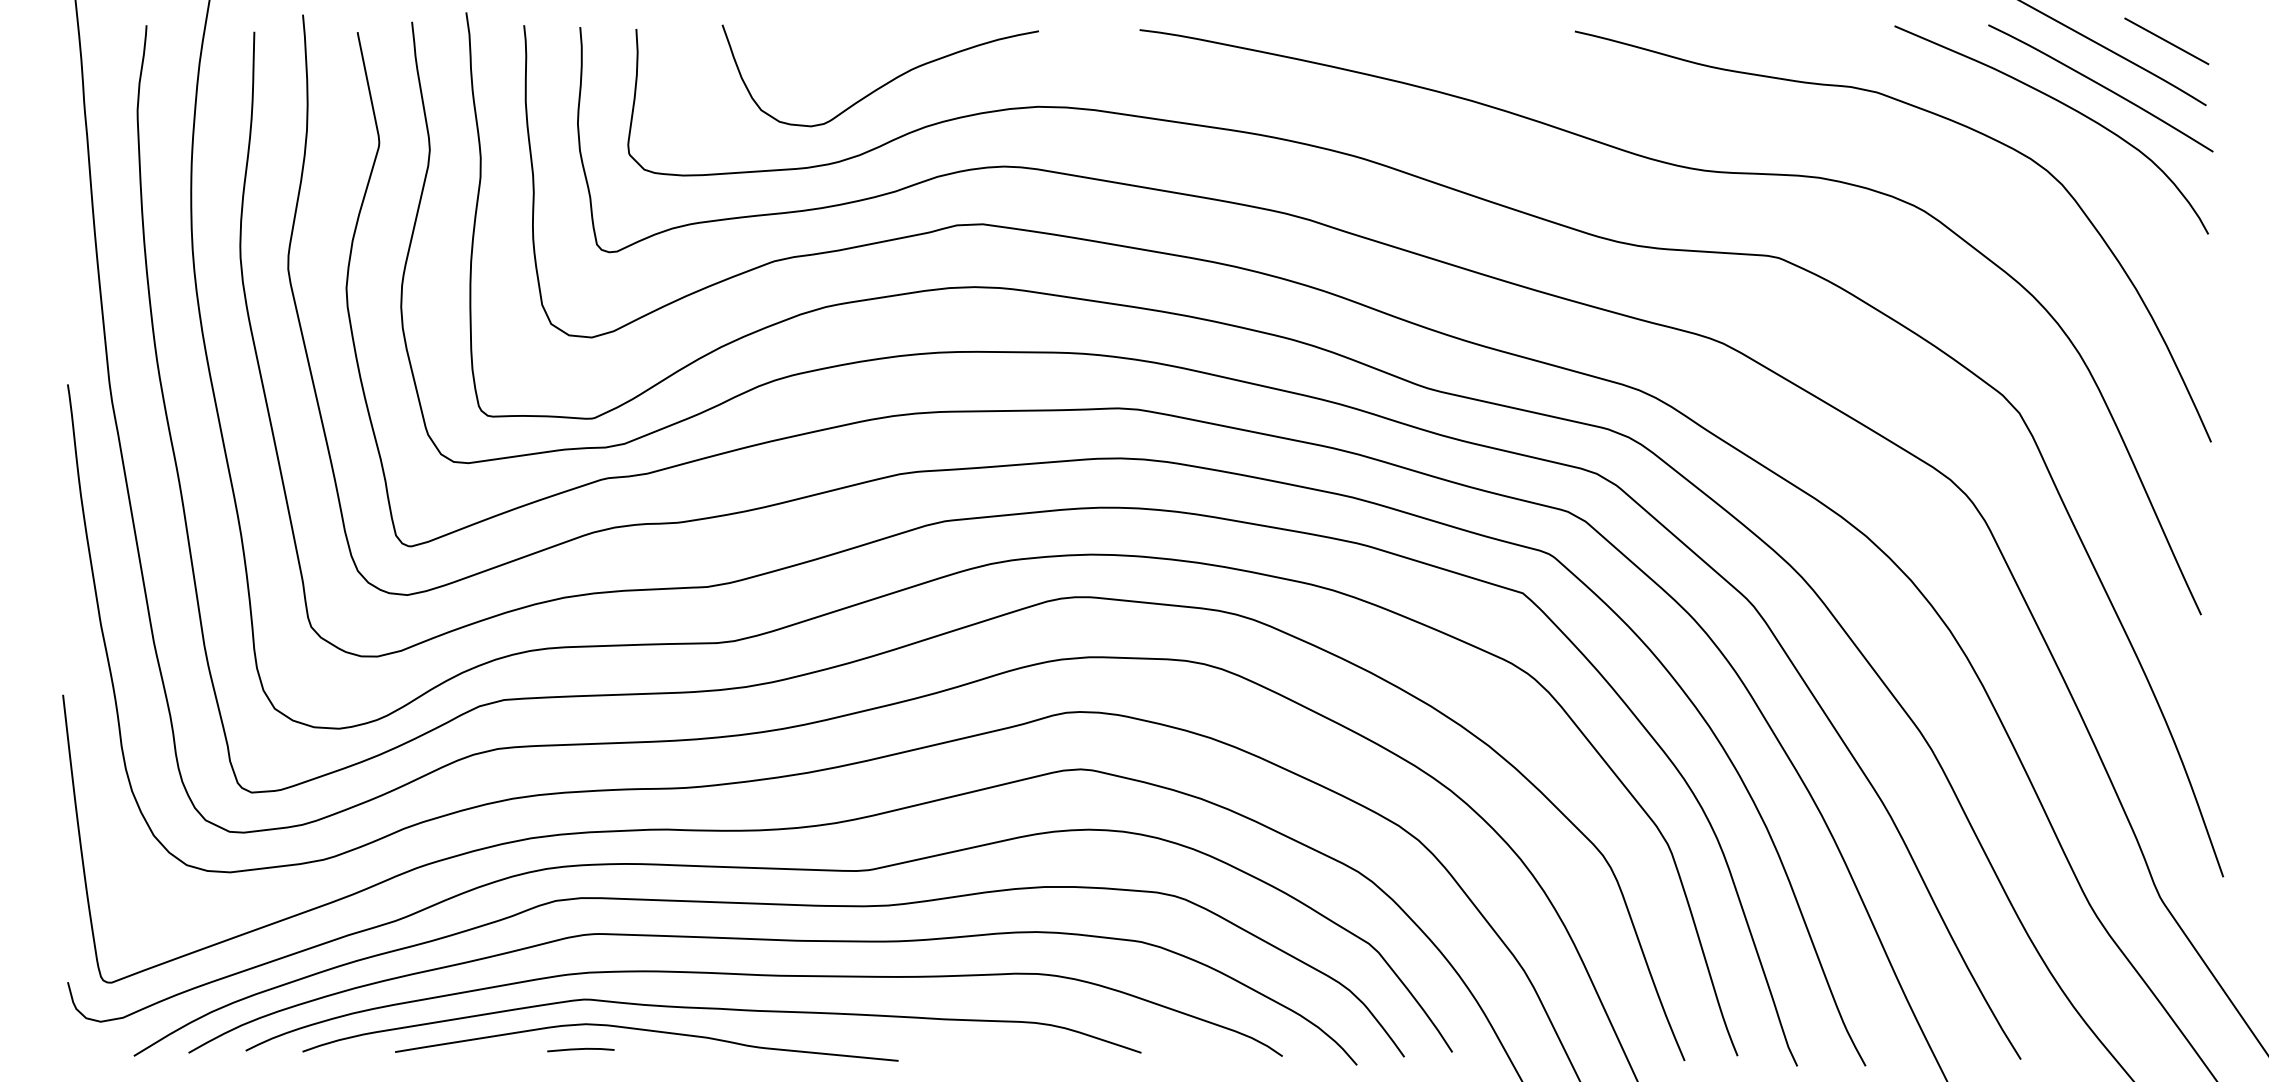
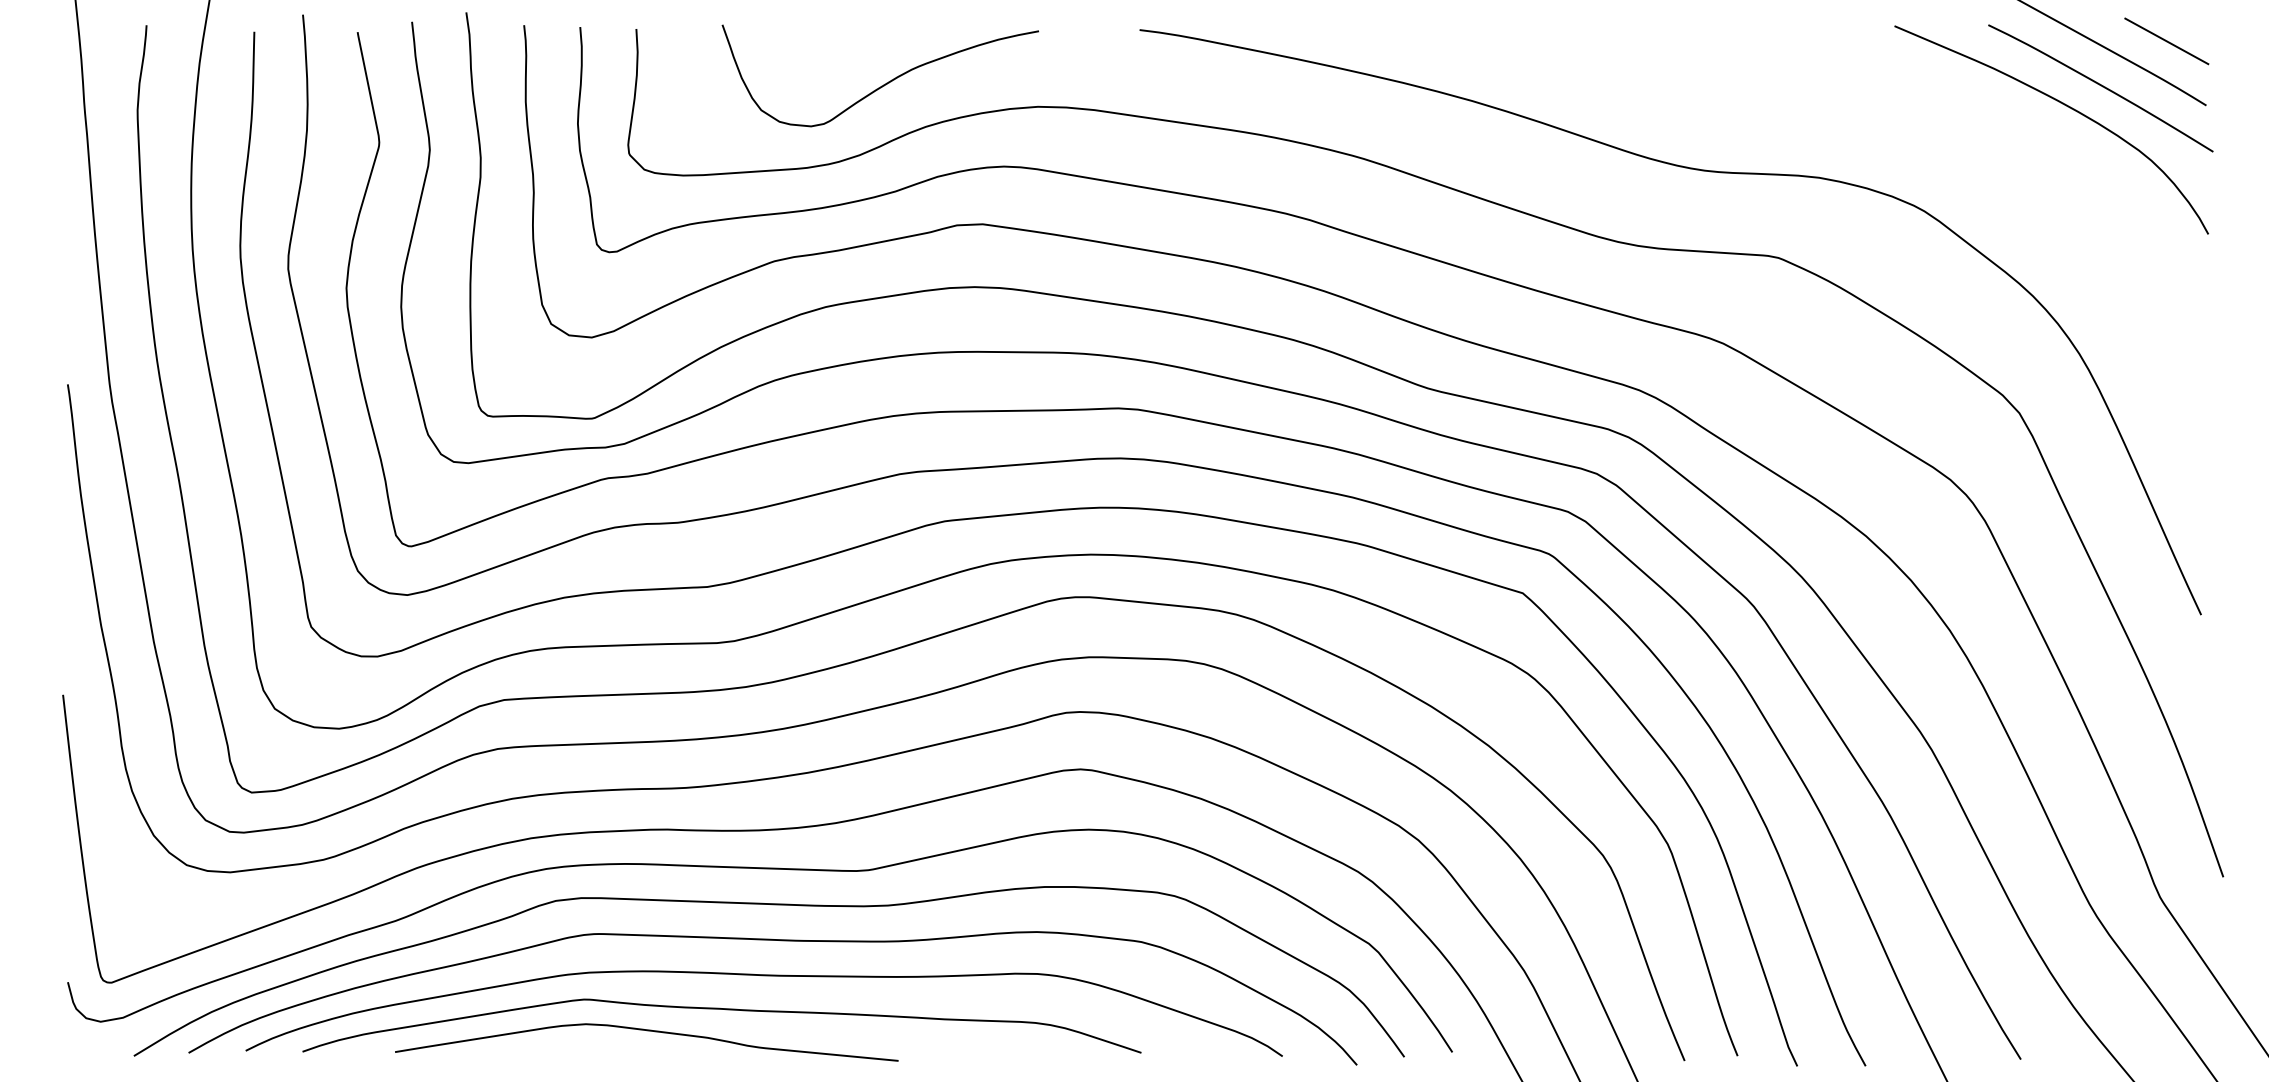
curve at (1940, 117): present -> none
line at (580, 1049): present -> none
